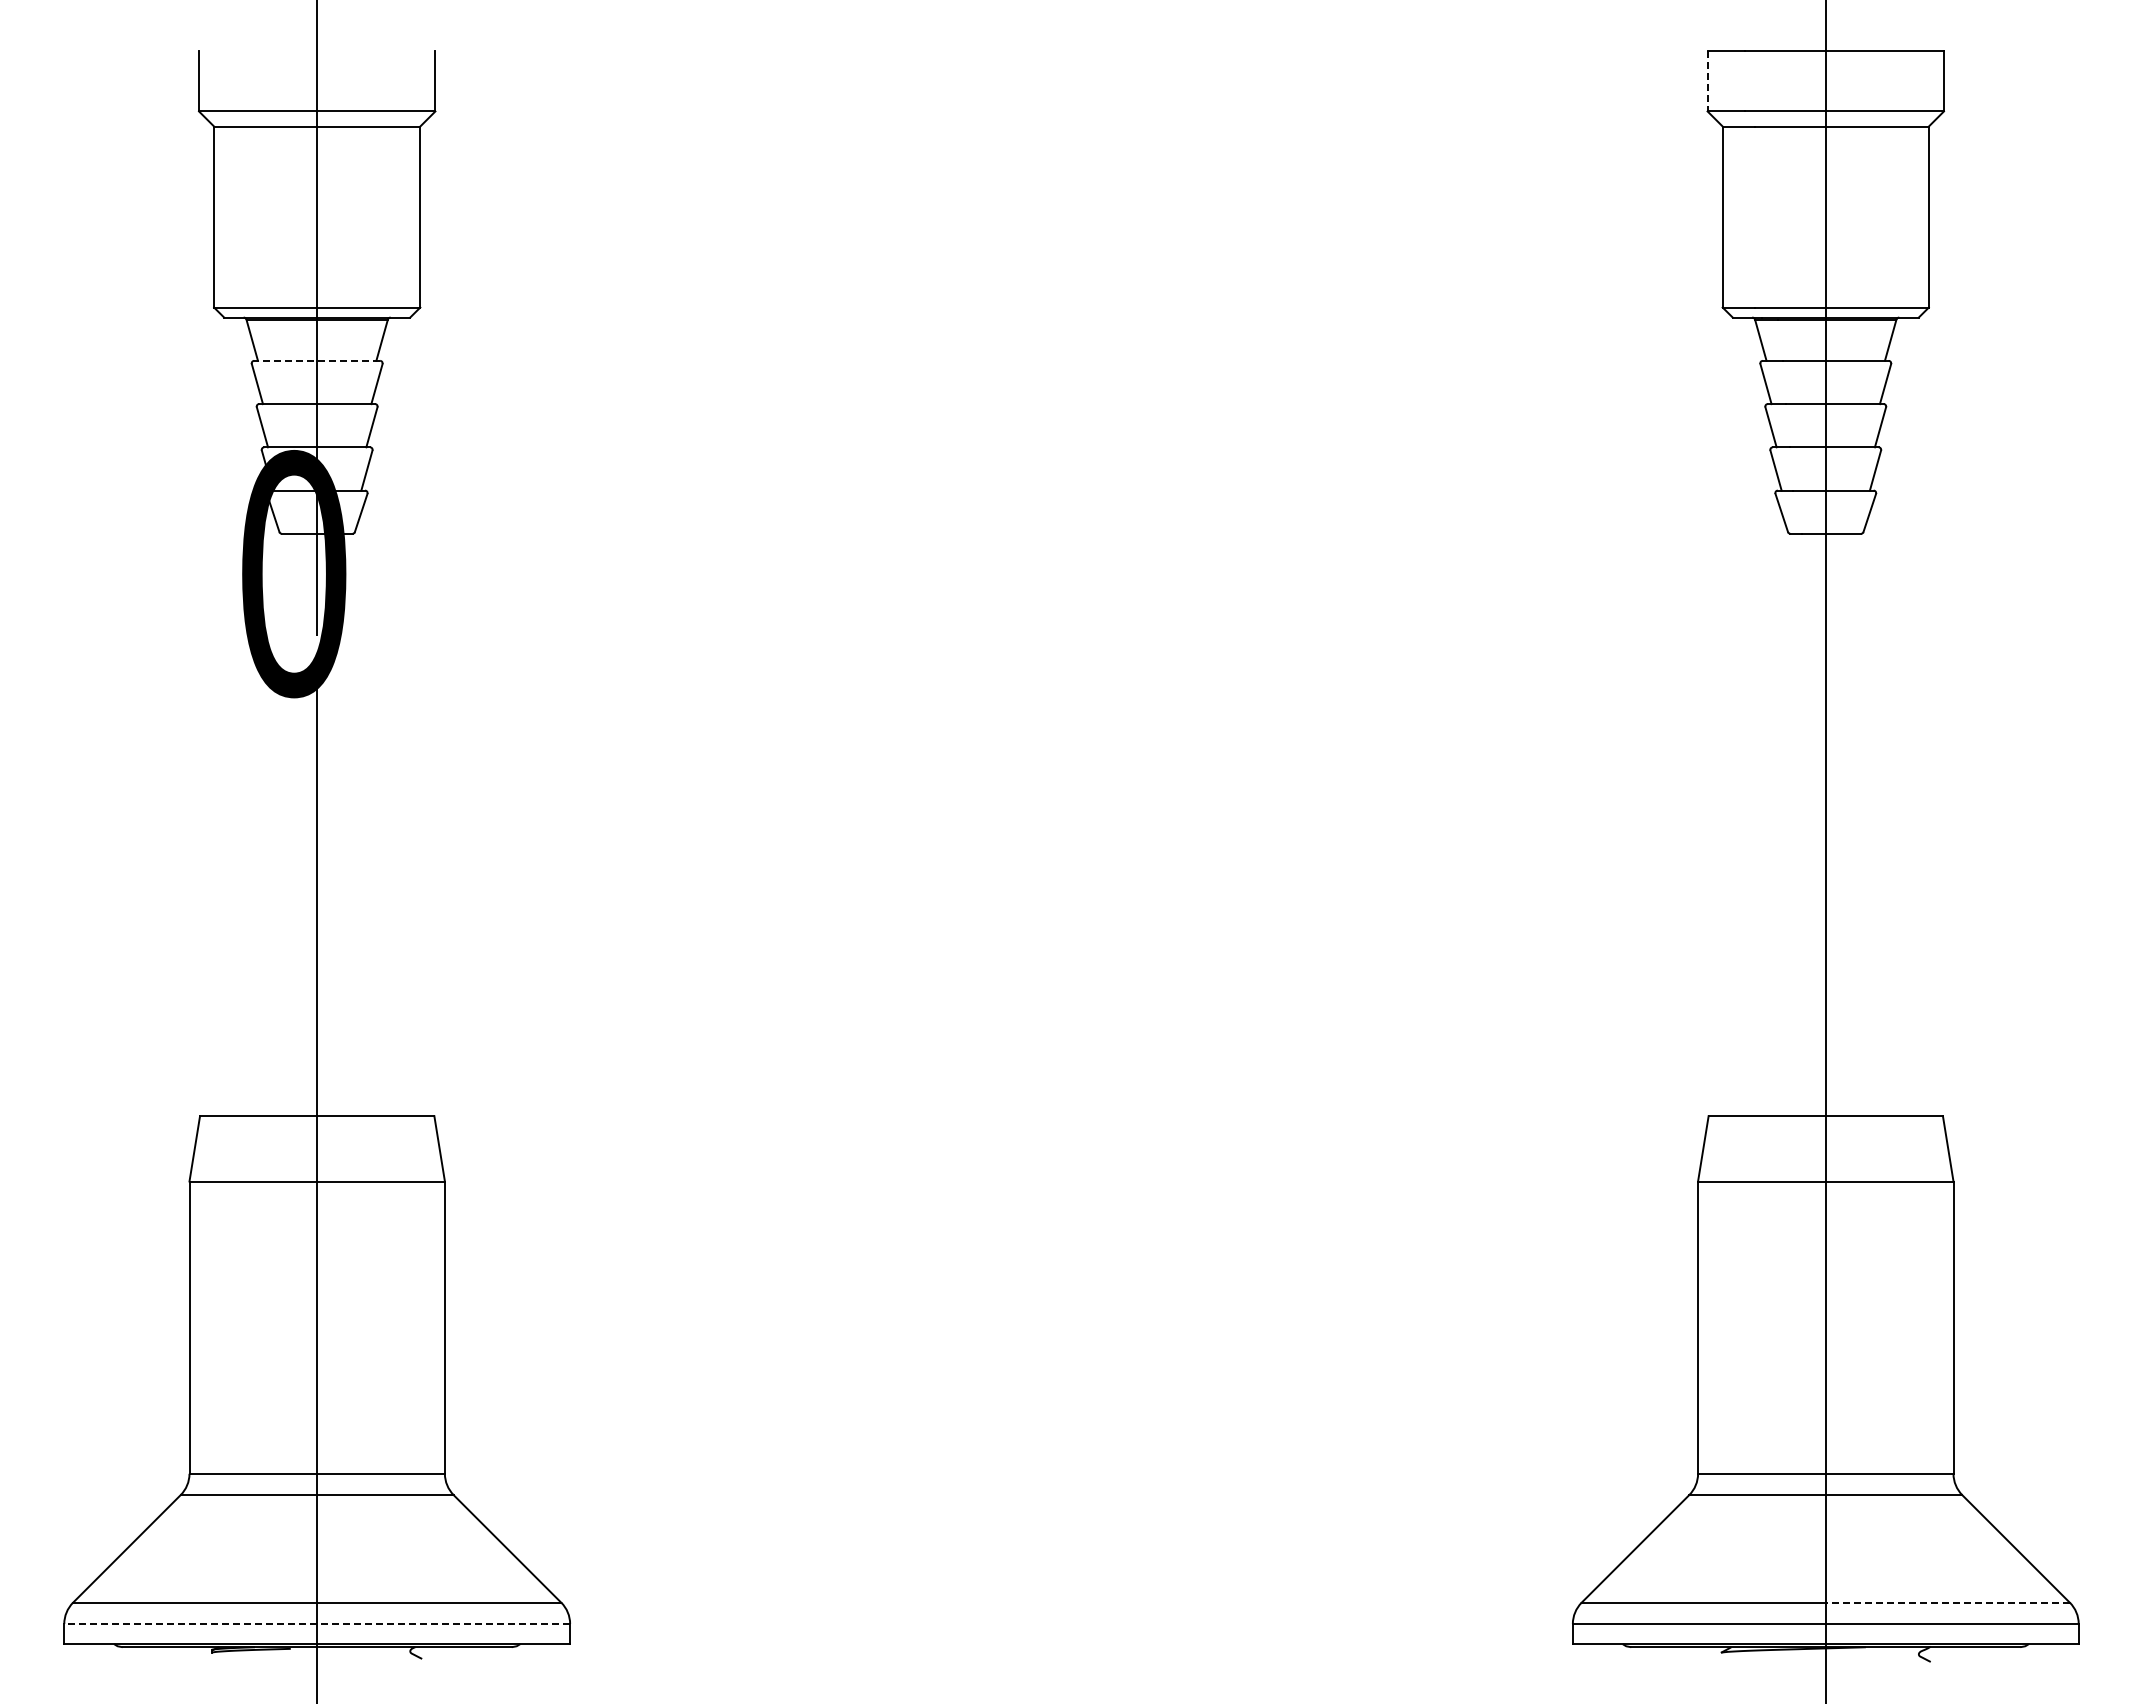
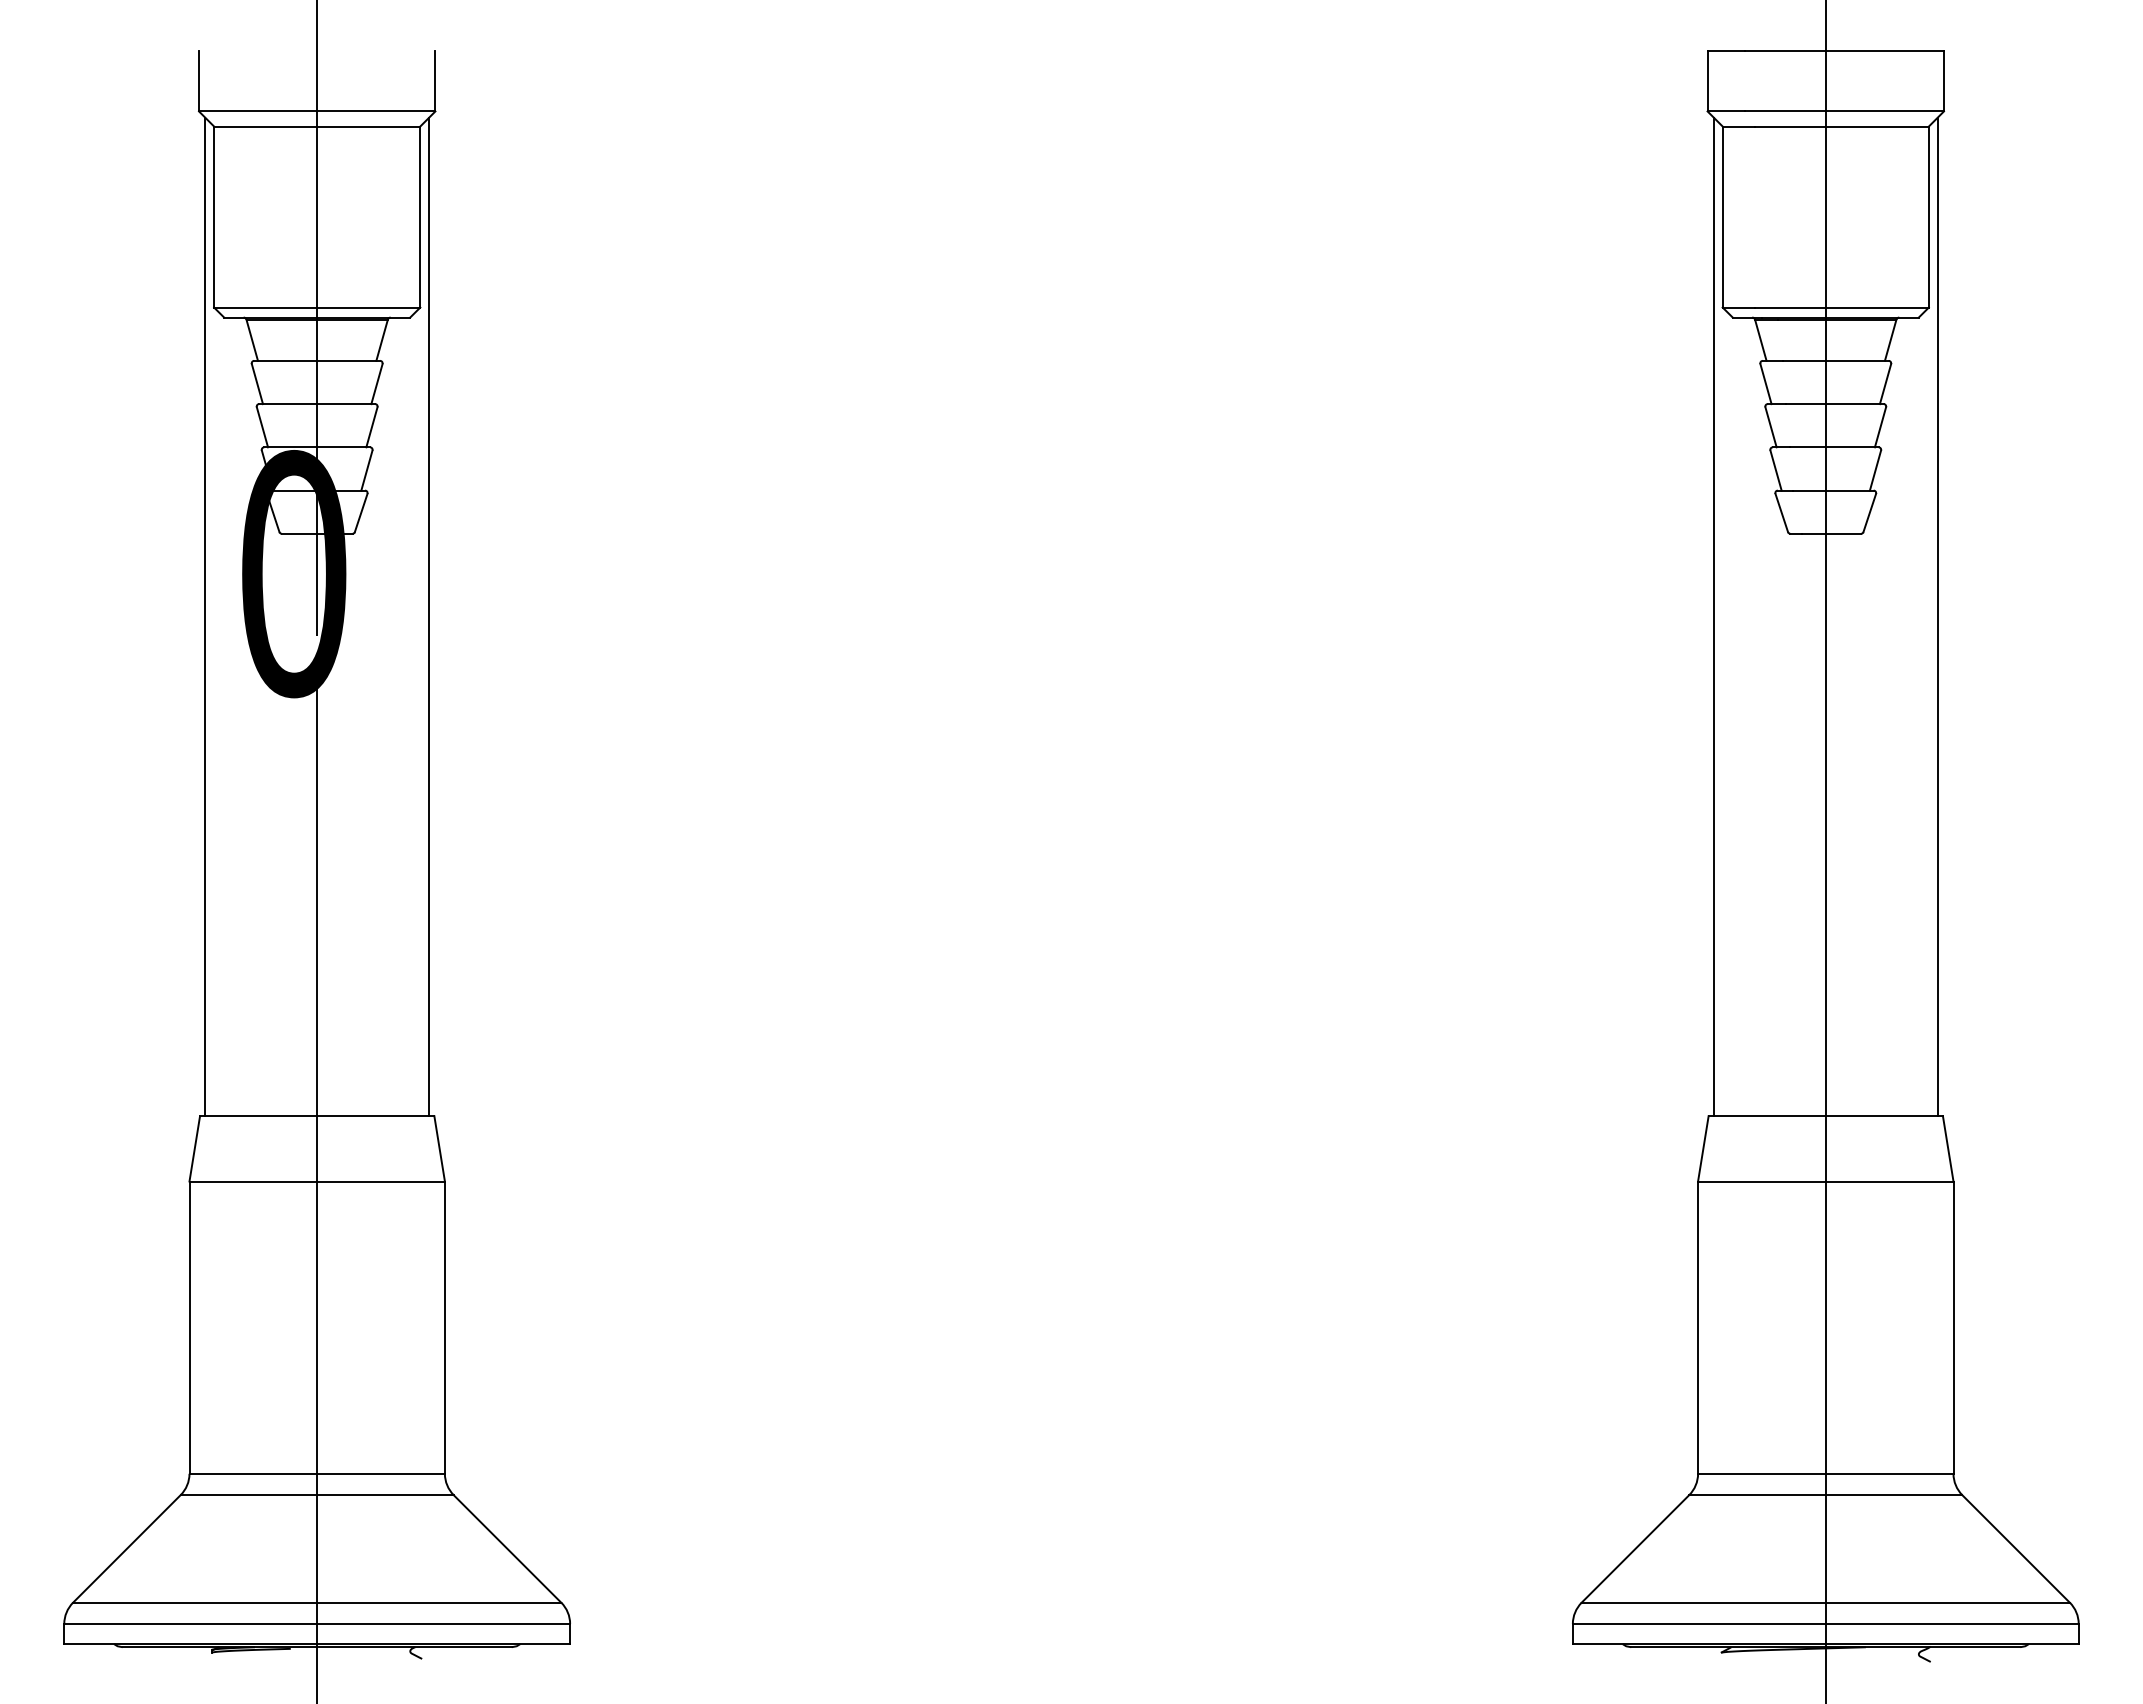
line at (1707, 81): dashed -> solid
line at (317, 360): dashed -> solid
line at (205, 616): none -> present
line at (428, 616): none -> present
line at (1714, 616): none -> present
line at (1937, 616): none -> present
line at (1947, 1602): dashed -> solid
line at (317, 1624): dashed -> solid
